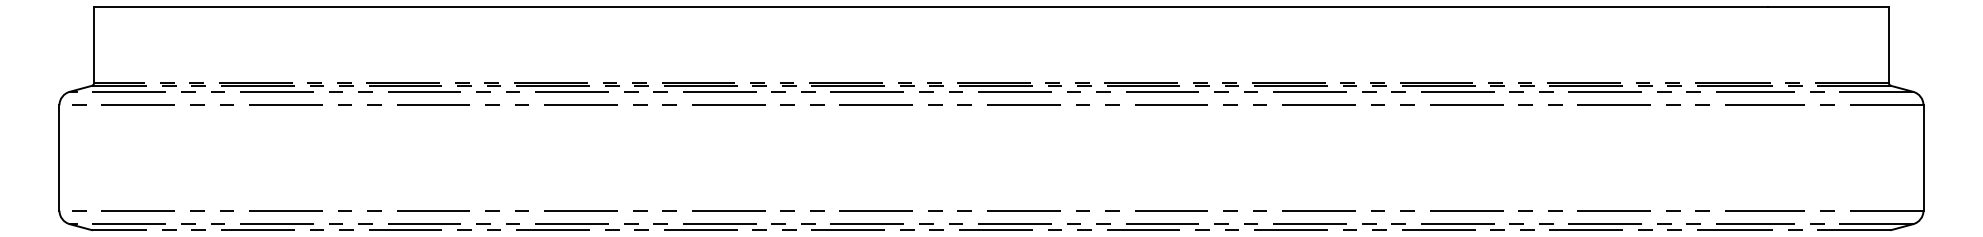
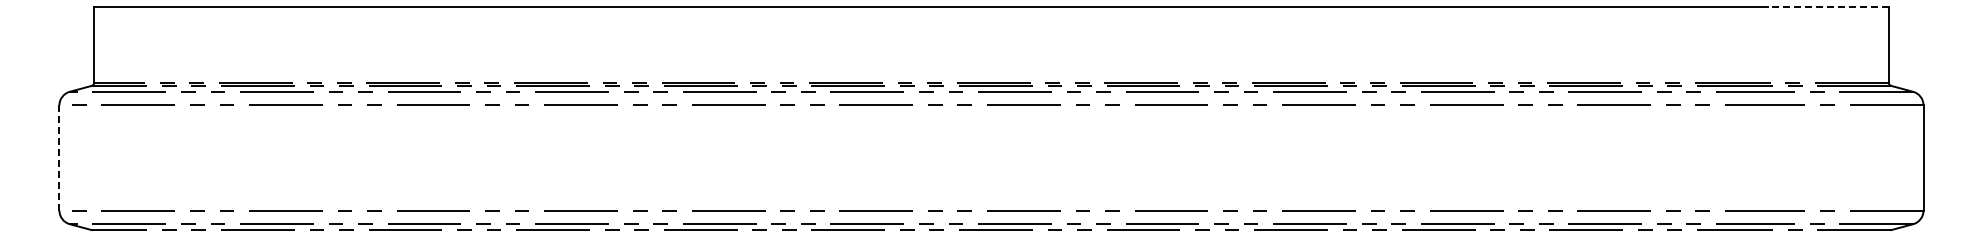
line at (1828, 6): solid -> dashed
line at (59, 158): solid -> dashed
